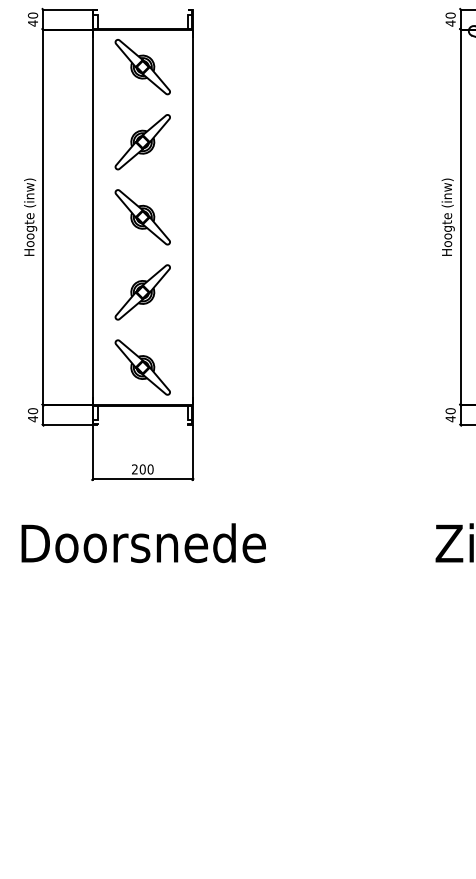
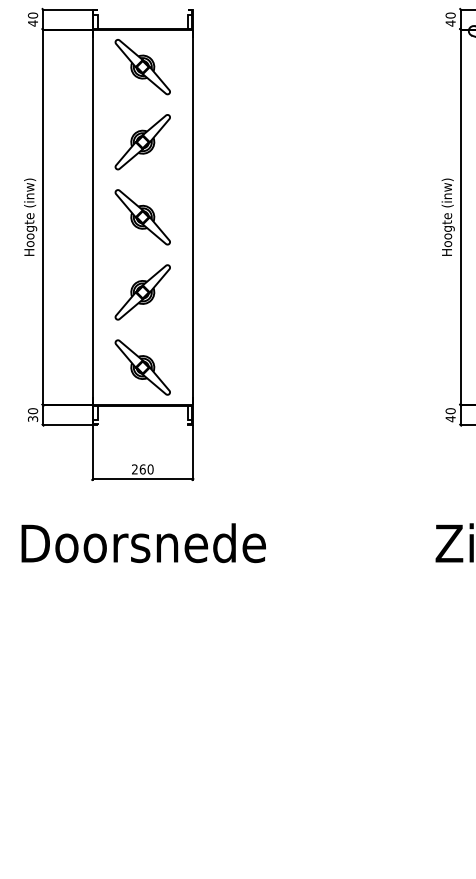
text at (32, 418): 40 -> 30
text at (142, 469): 200 -> 260
